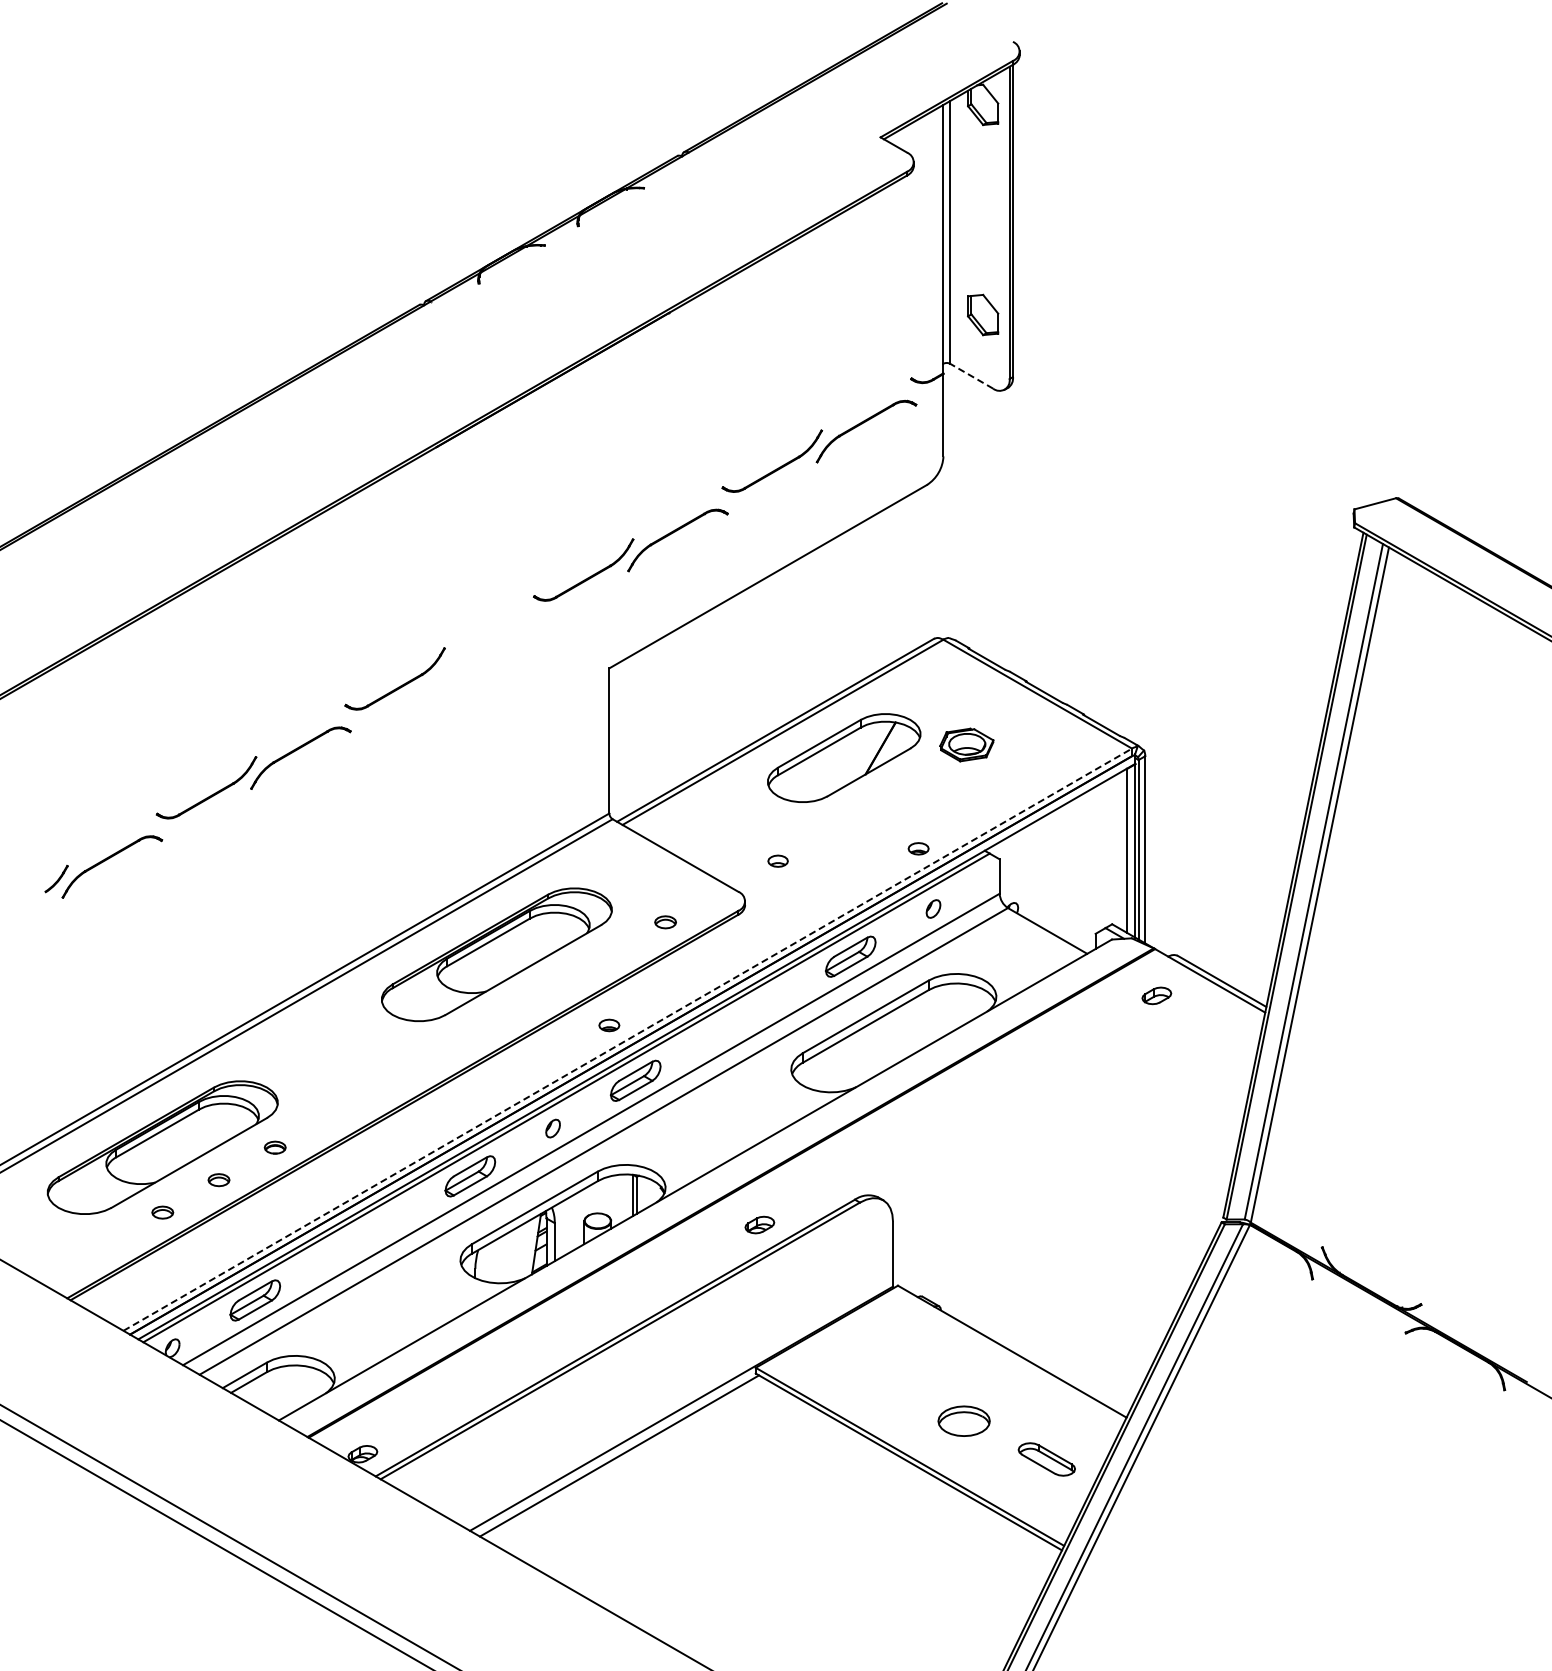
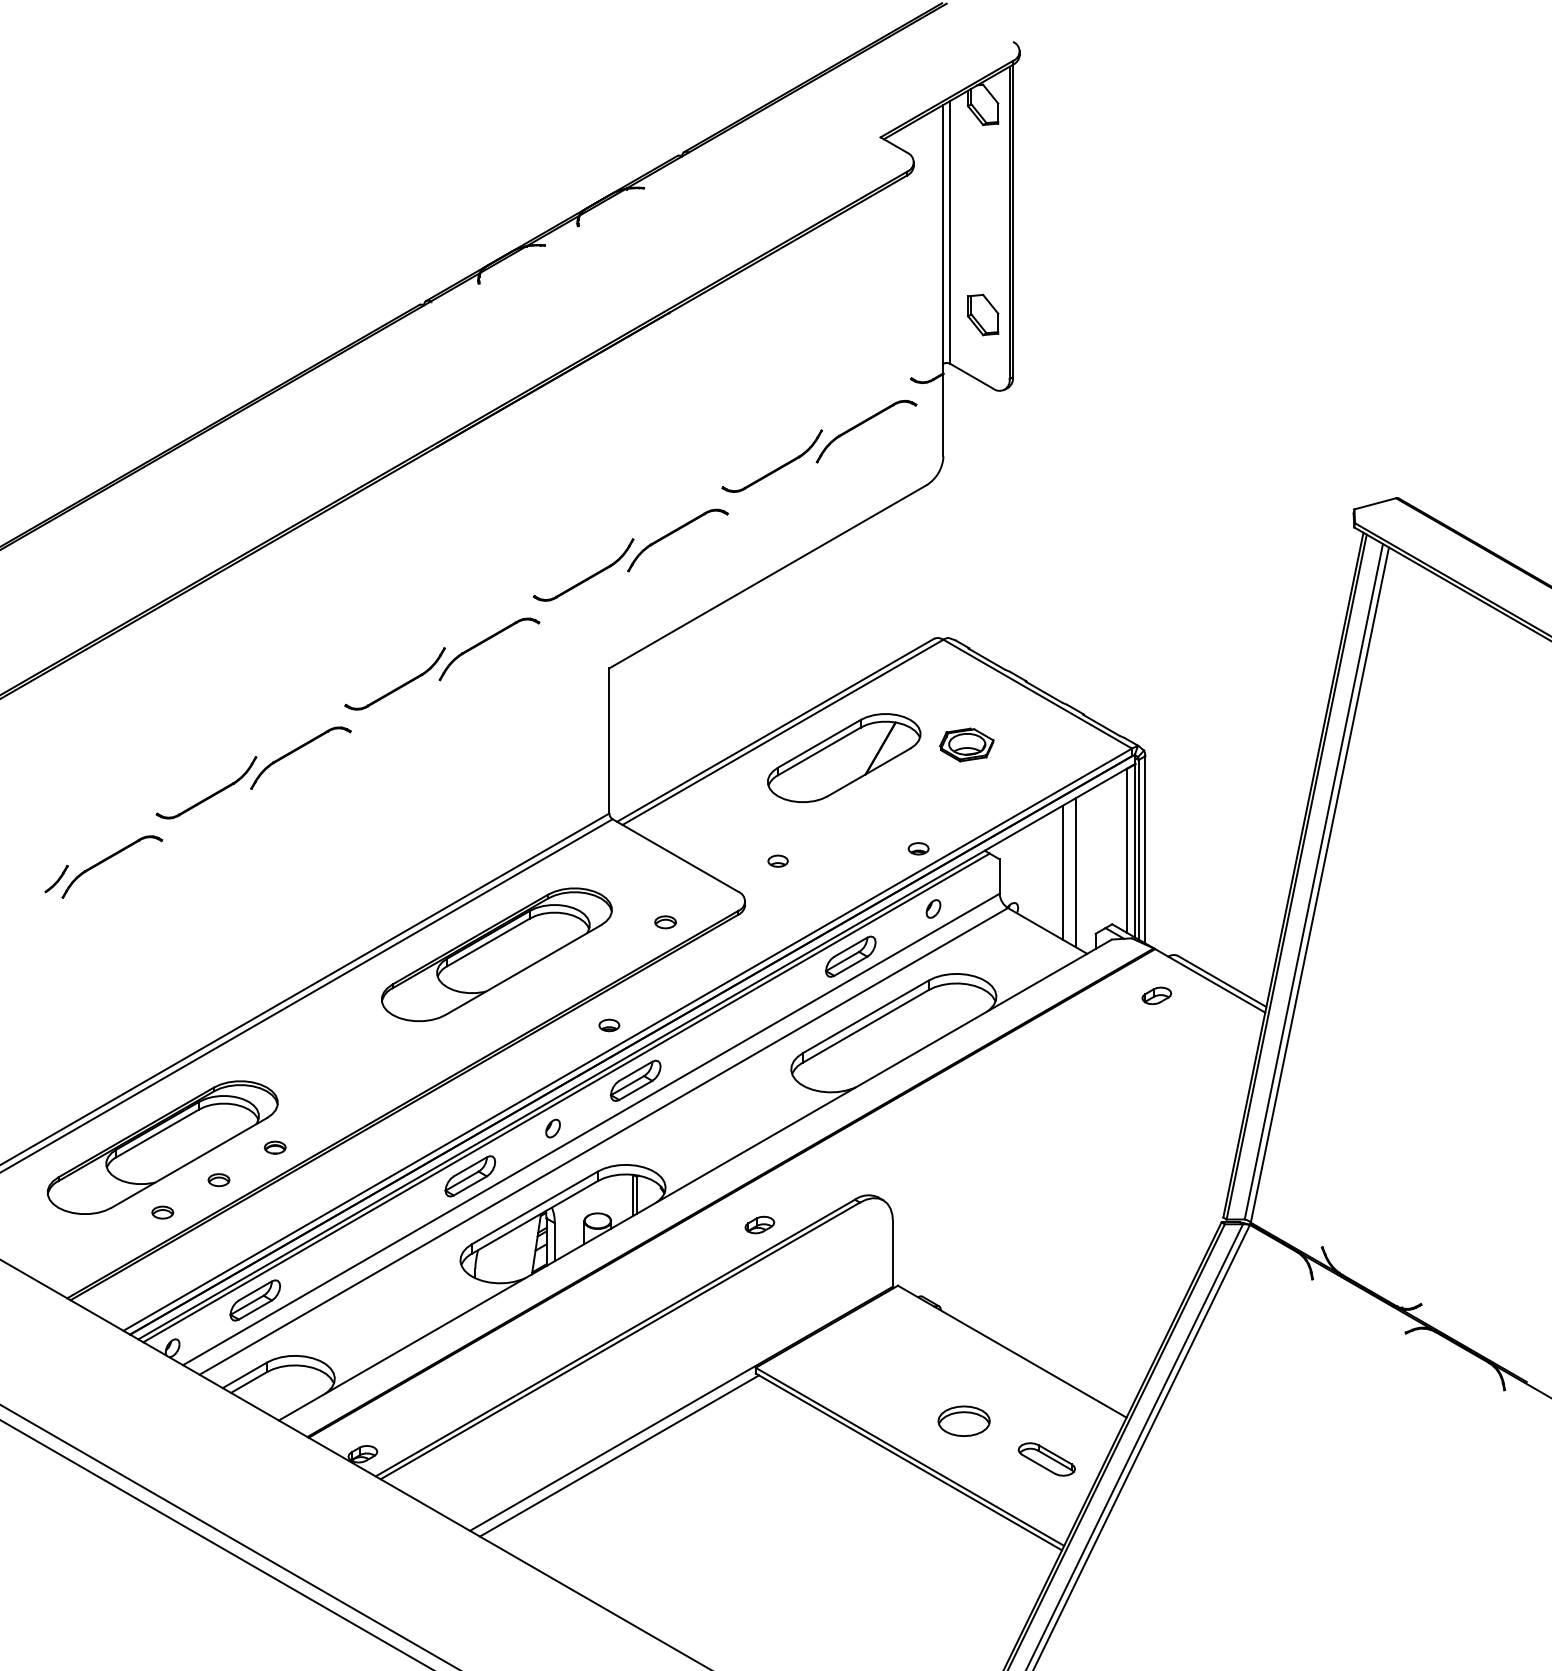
line at (971, 376): dashed -> solid
part at (486, 641): none -> present
line at (1062, 872): none -> present
line at (1075, 872): none -> present
line at (628, 1039): dashed -> solid
